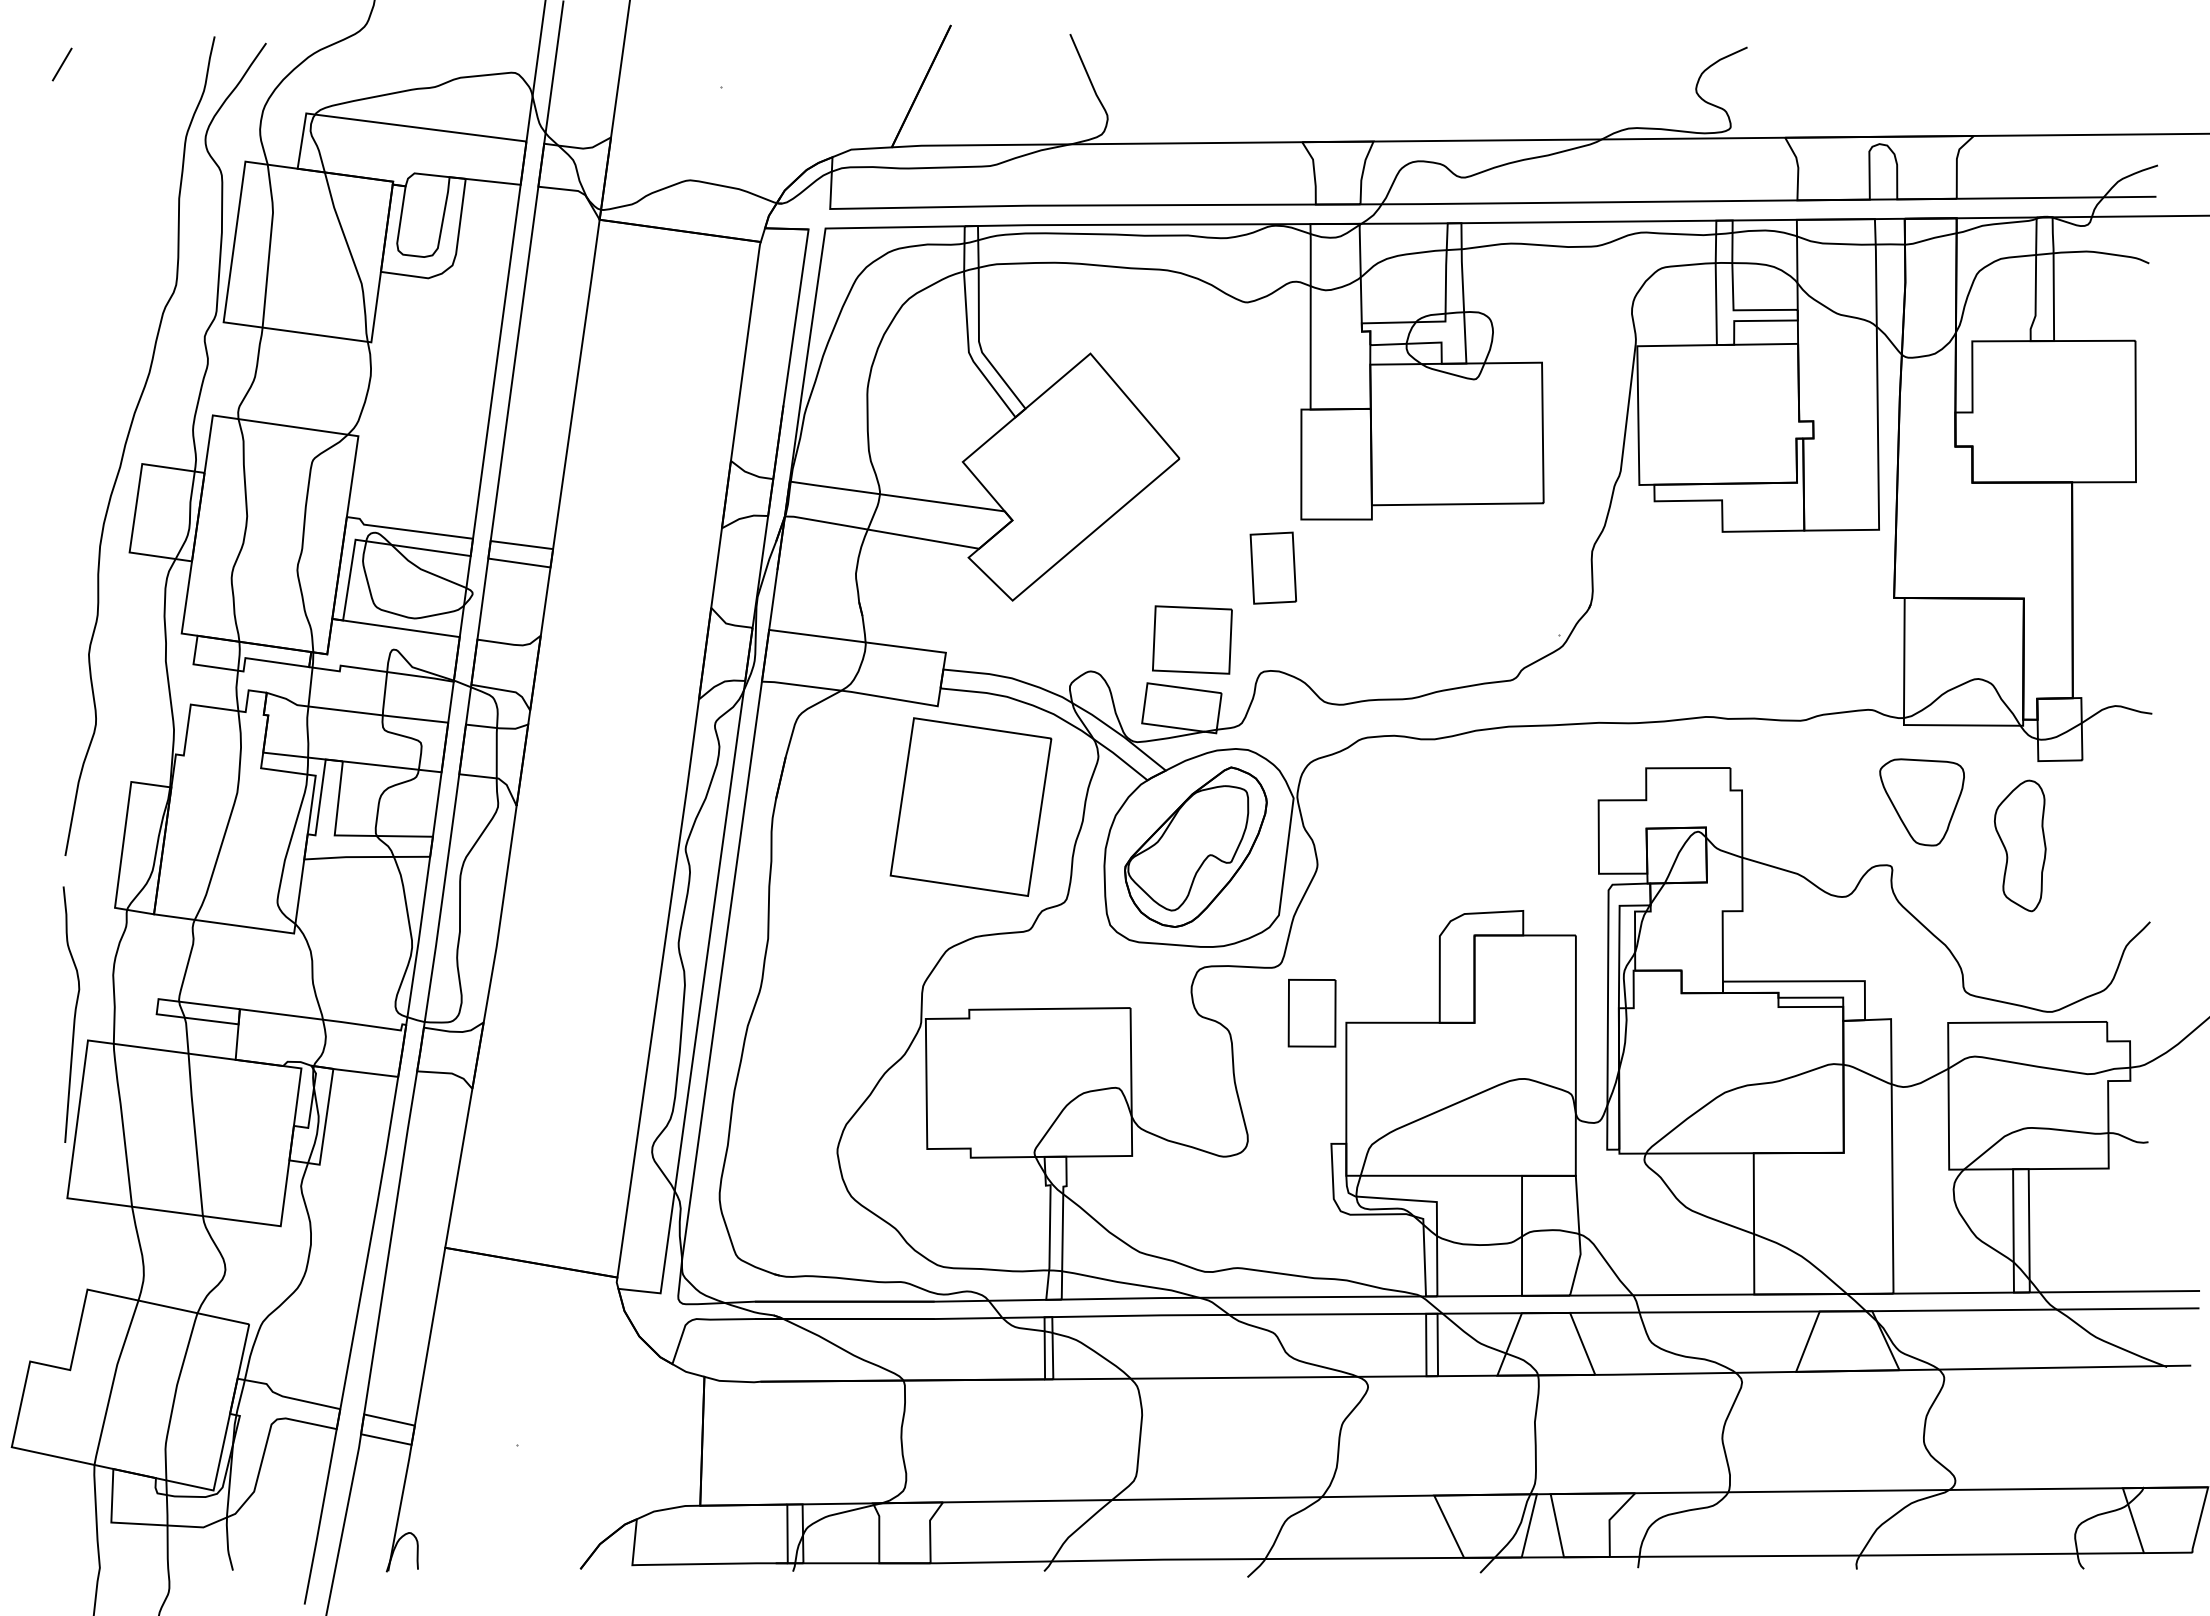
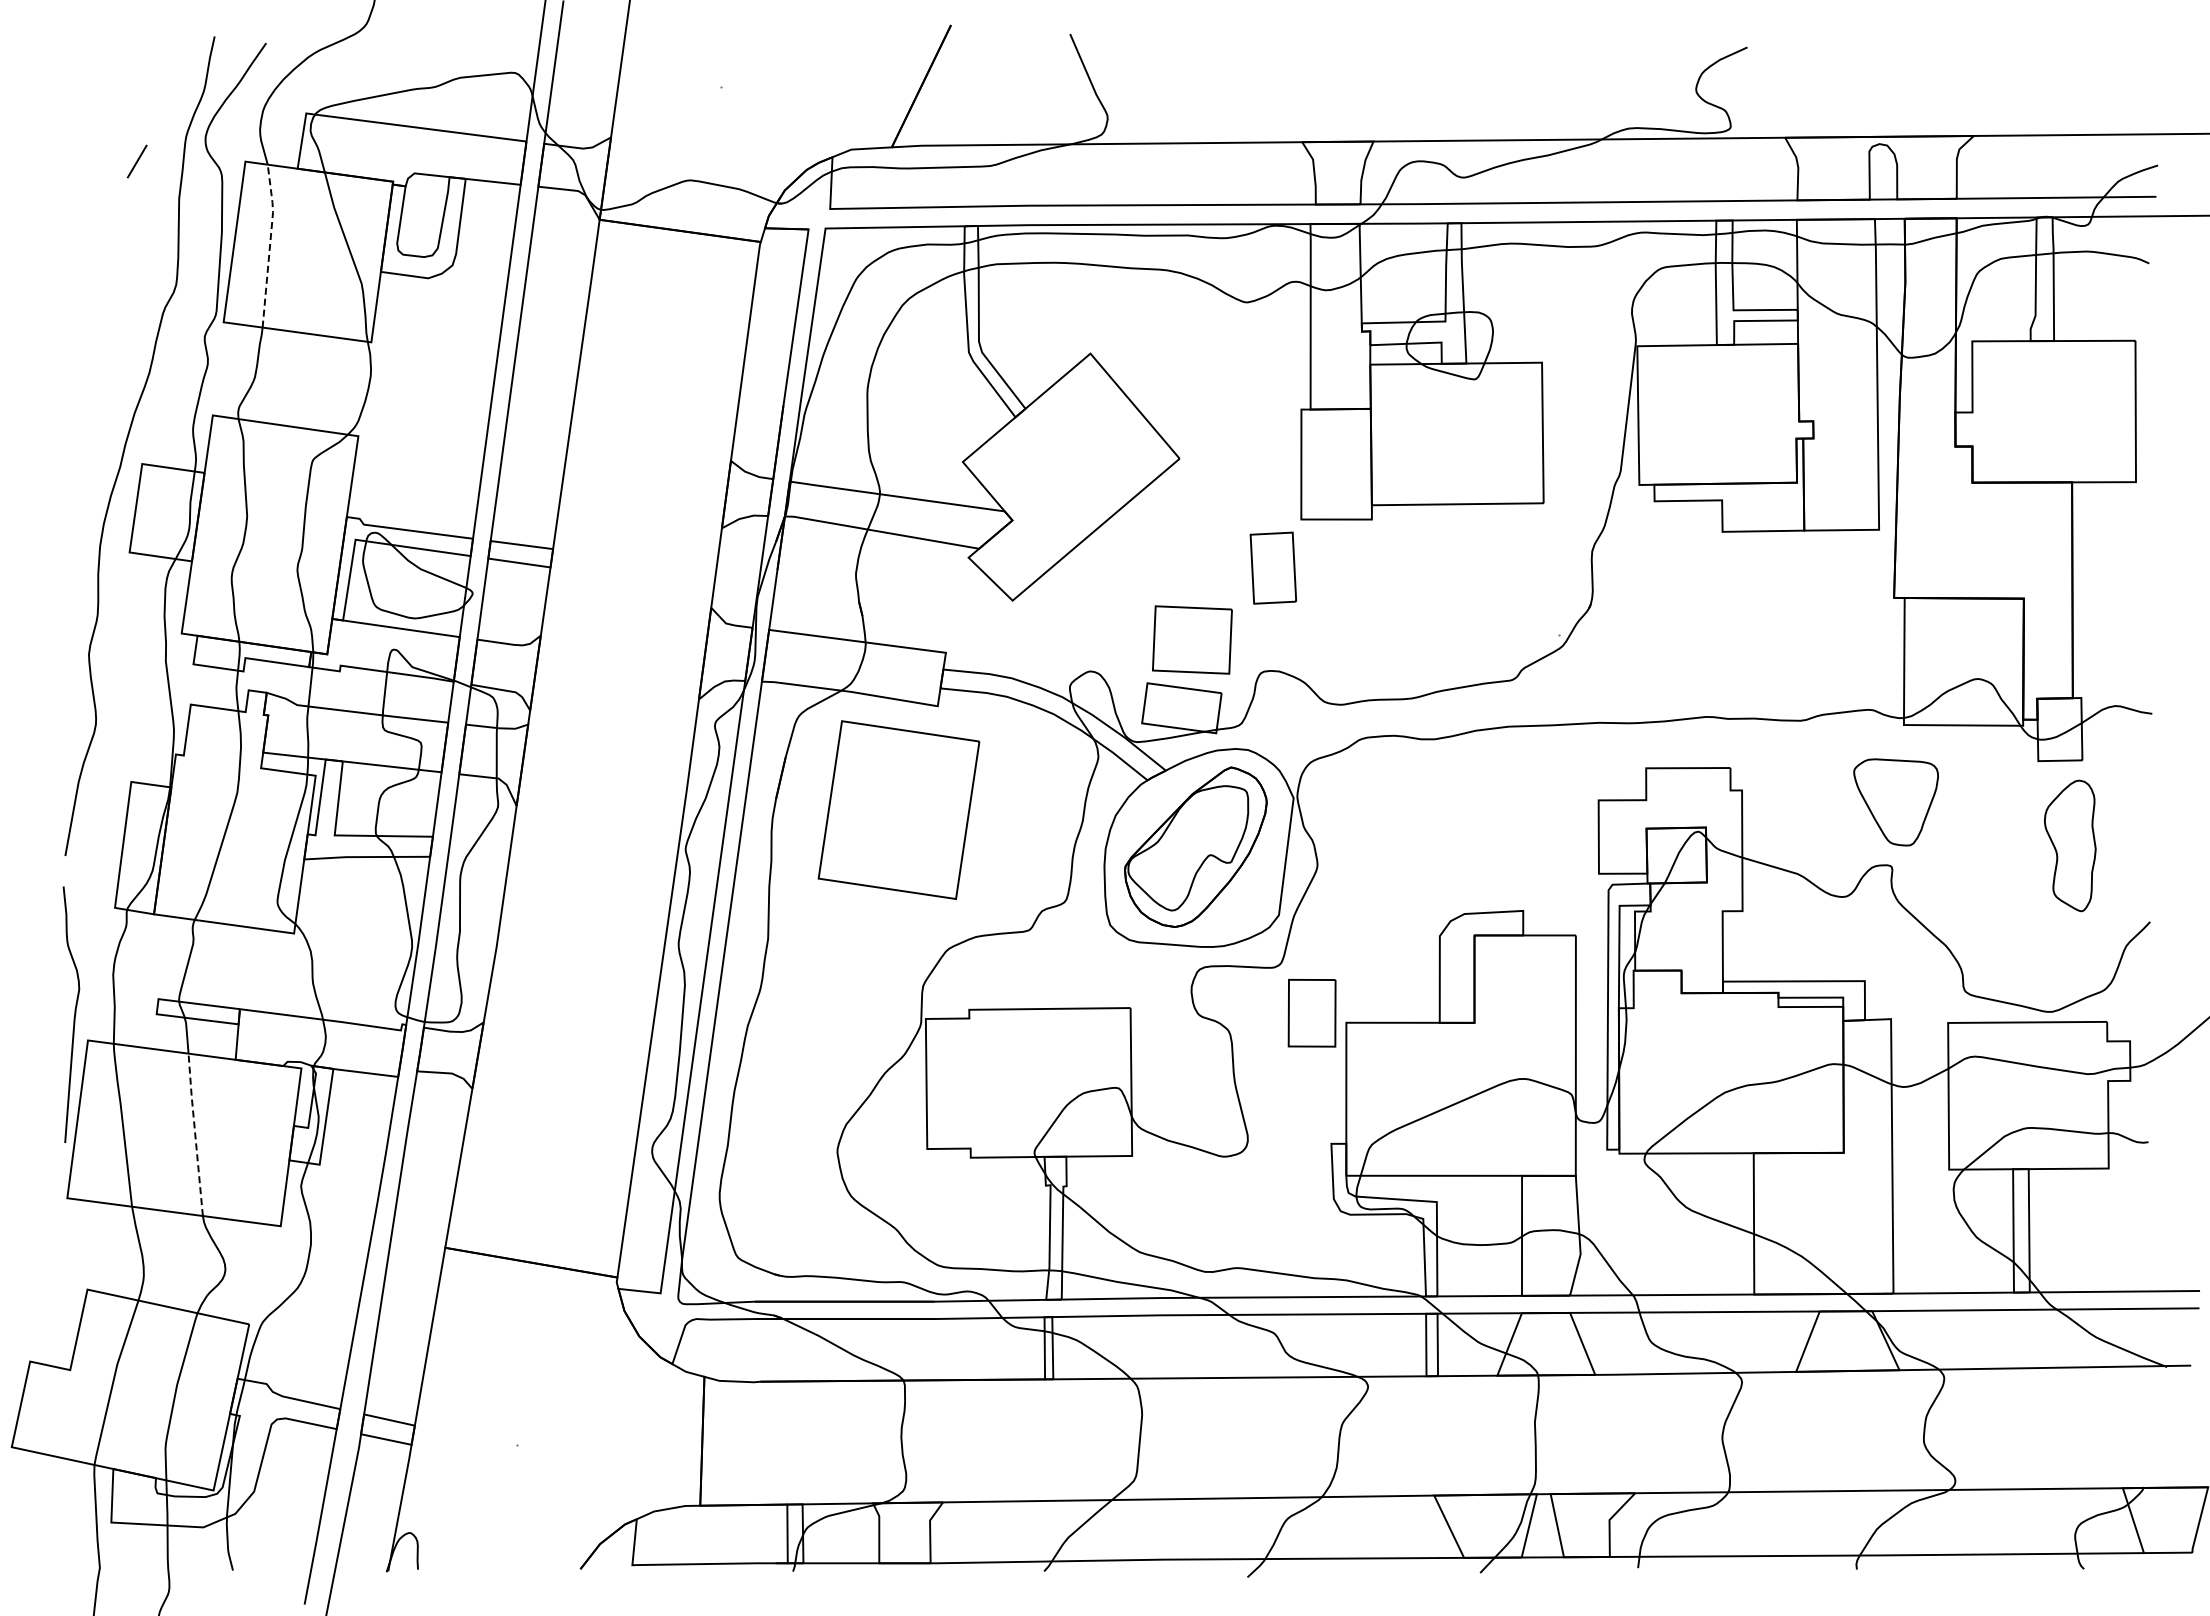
line at (61, 64) position: (61, 64) -> (136, 161)
line at (270, 244): solid -> dashed
part at (1921, 802) position: (1921, 802) -> (1895, 802)
part at (970, 806) position: (970, 806) -> (898, 809)
part at (2020, 845) position: (2020, 845) -> (2070, 845)
line at (195, 1133): solid -> dashed
